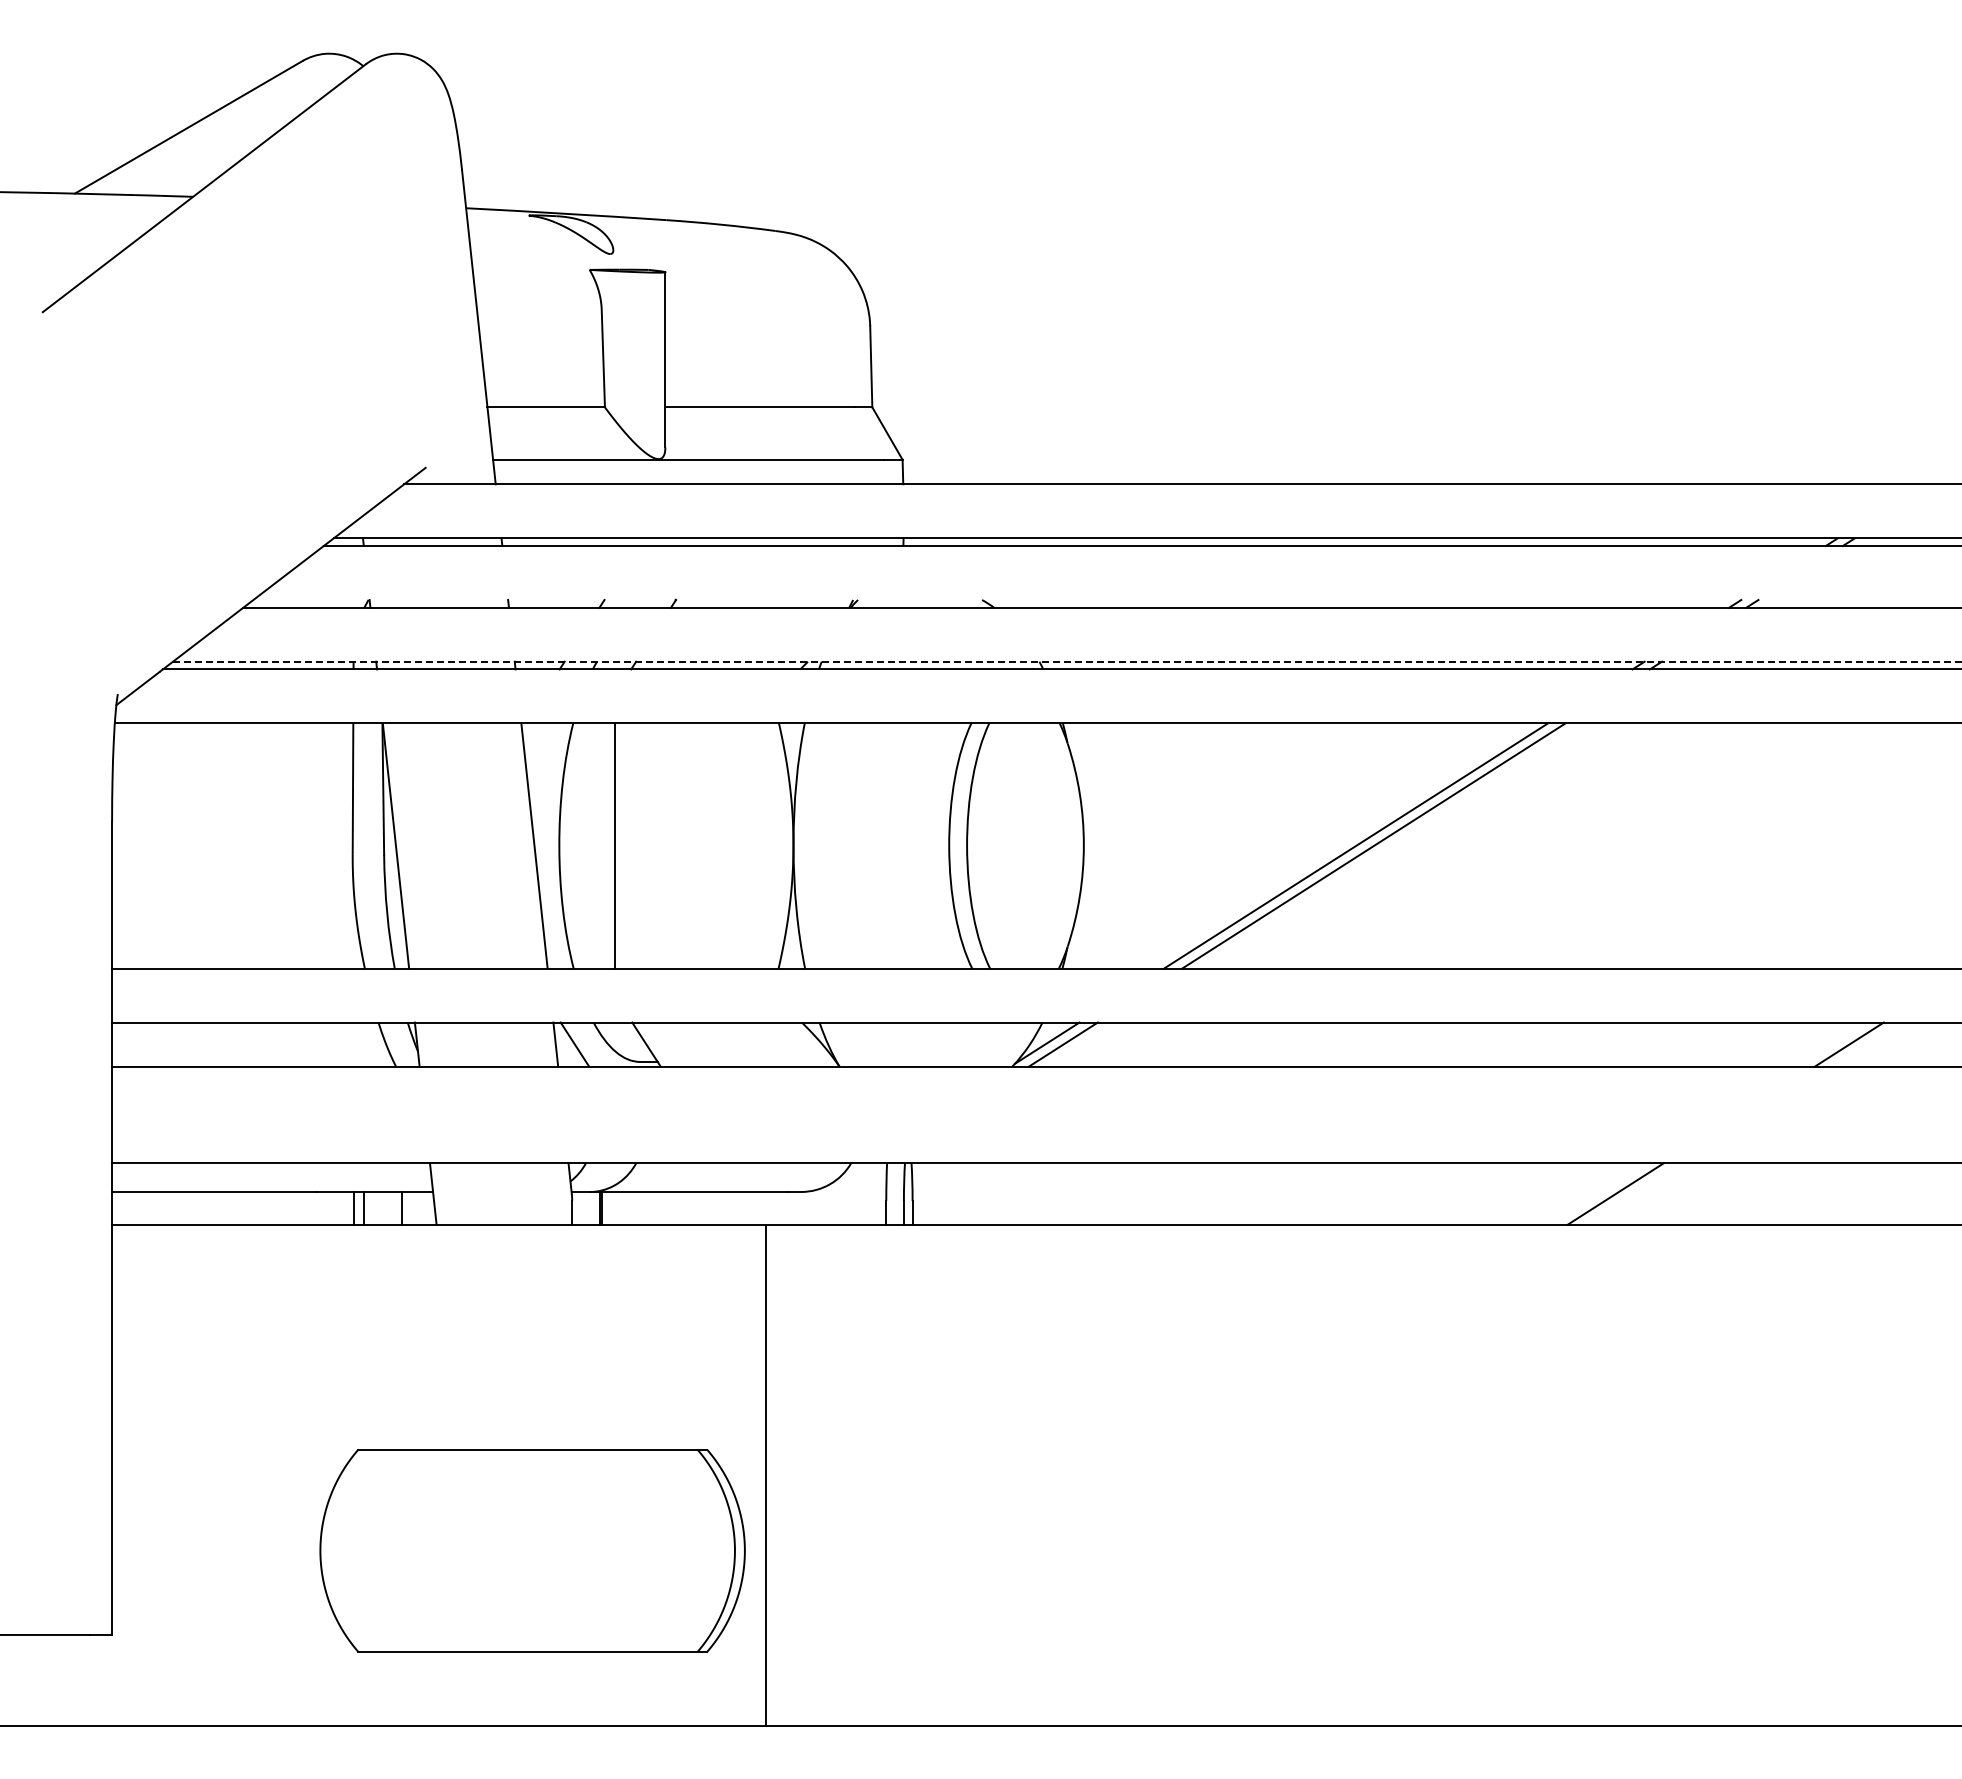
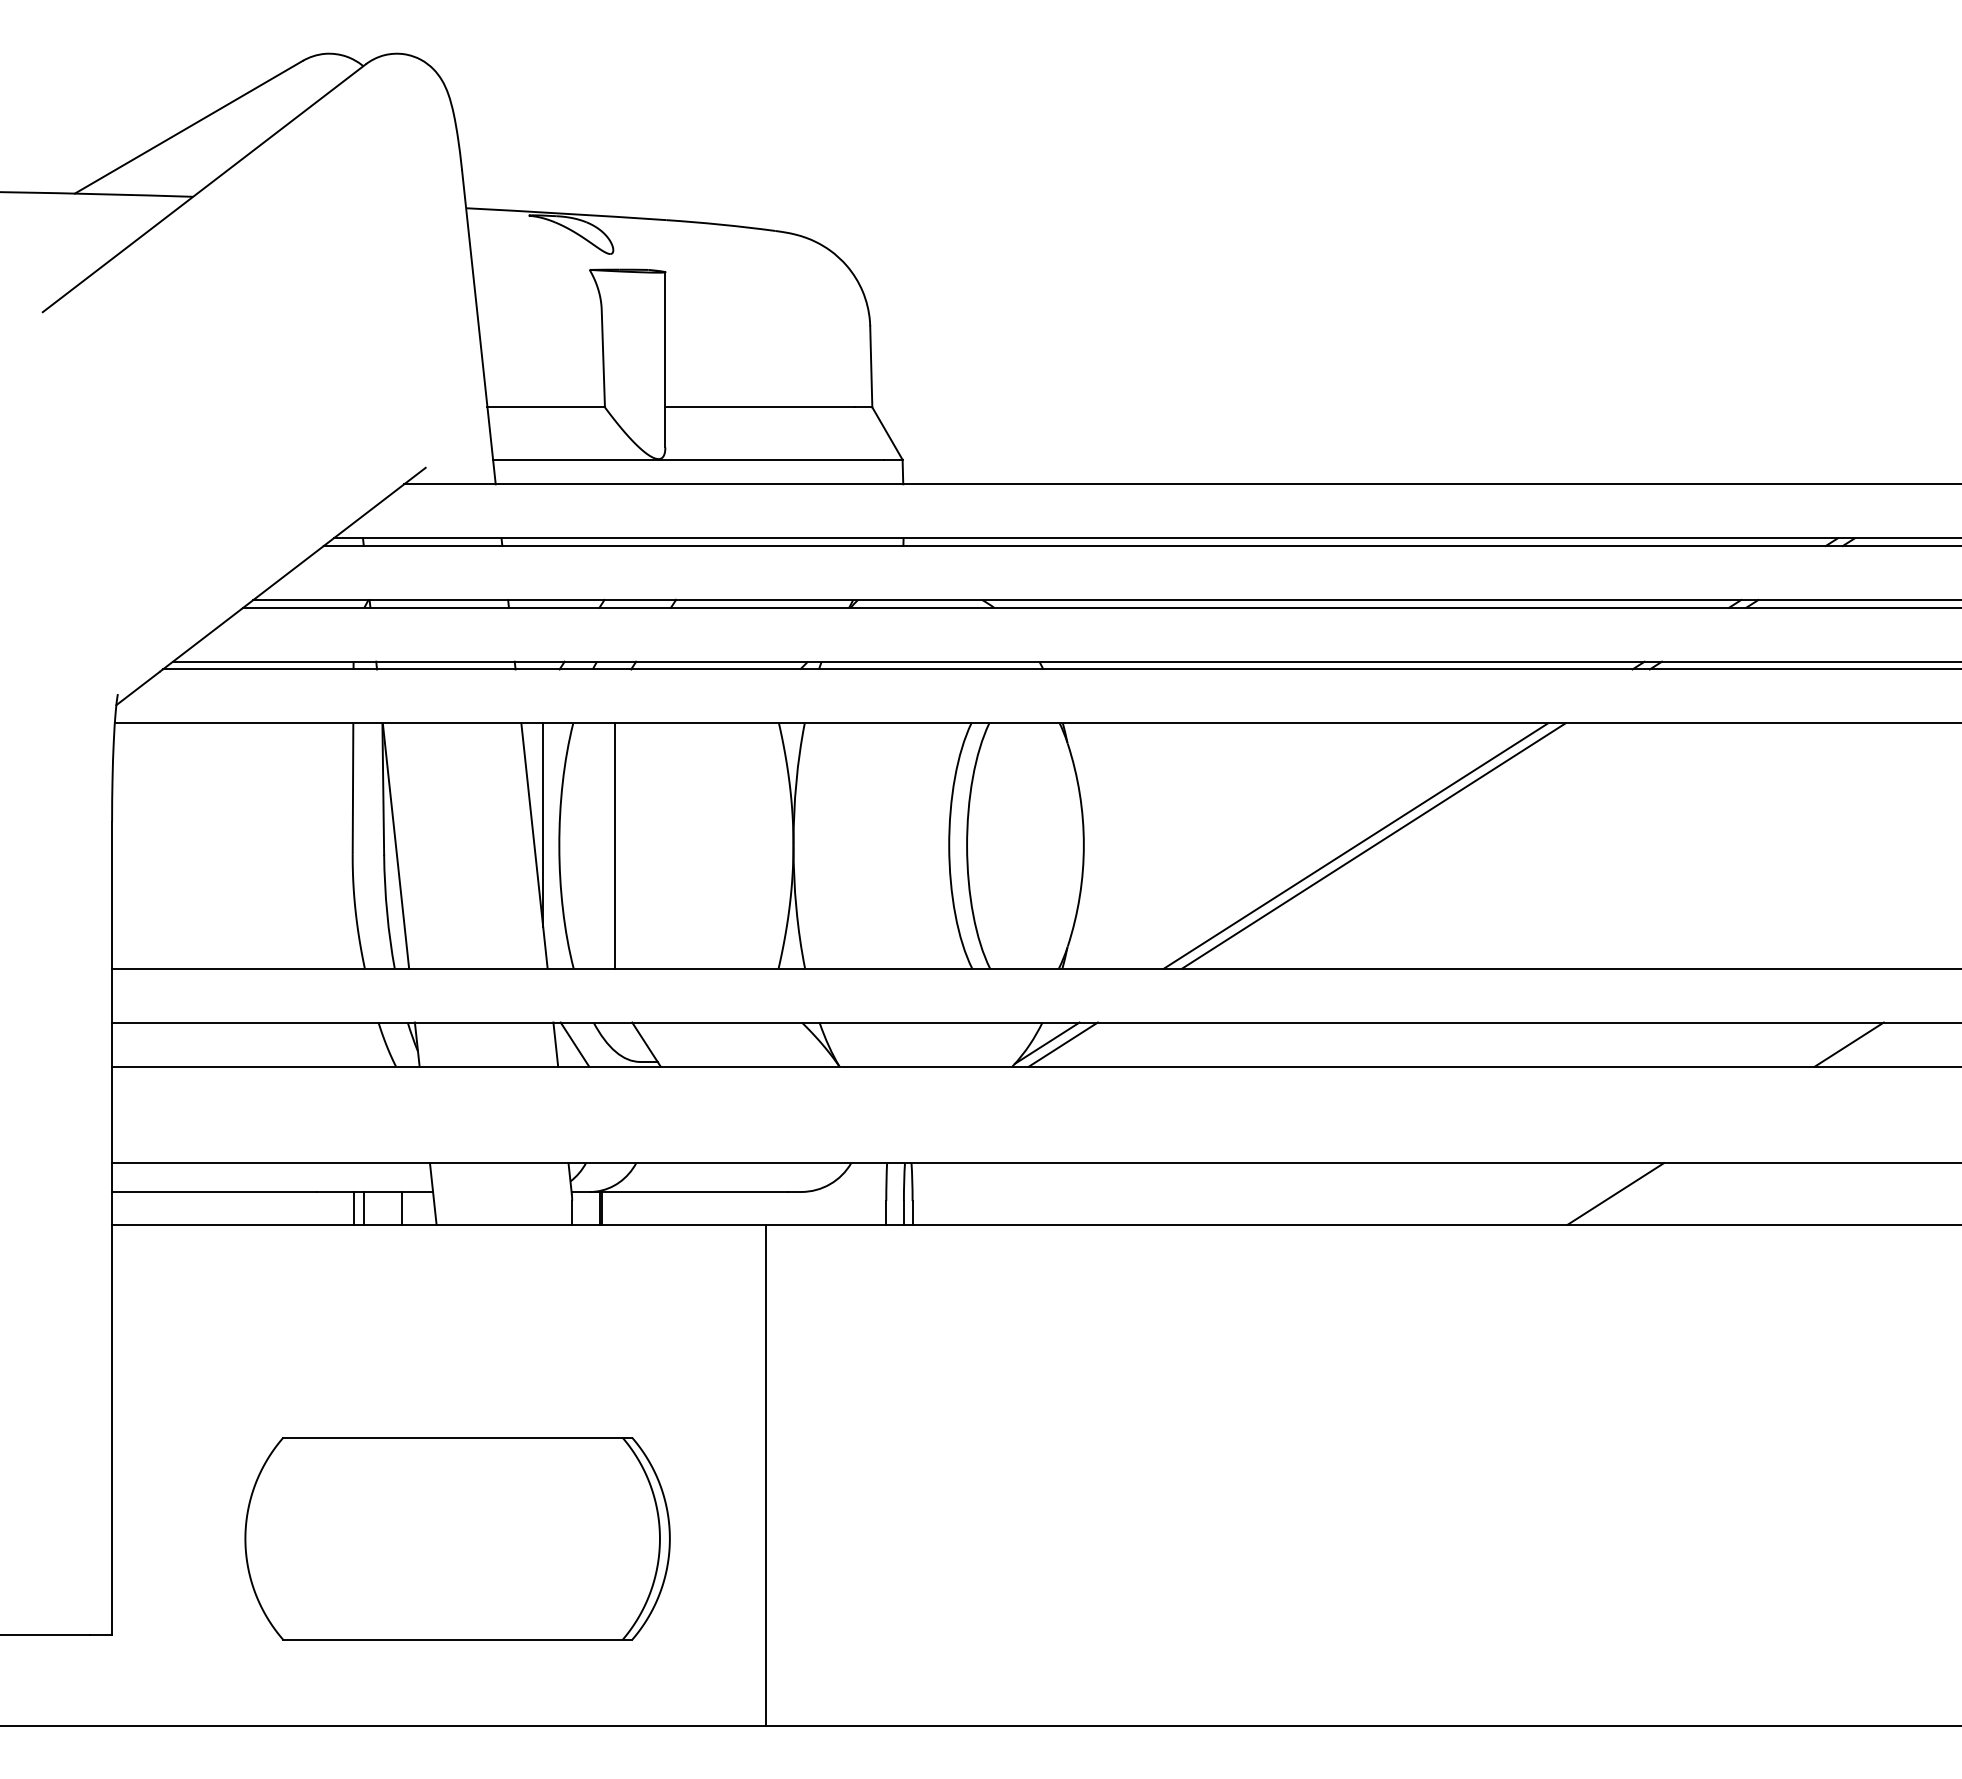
line at (1105, 599): none -> present
line at (1067, 661): dashed -> solid
line at (543, 824): none -> present
part at (532, 1550) position: (532, 1550) -> (457, 1538)
